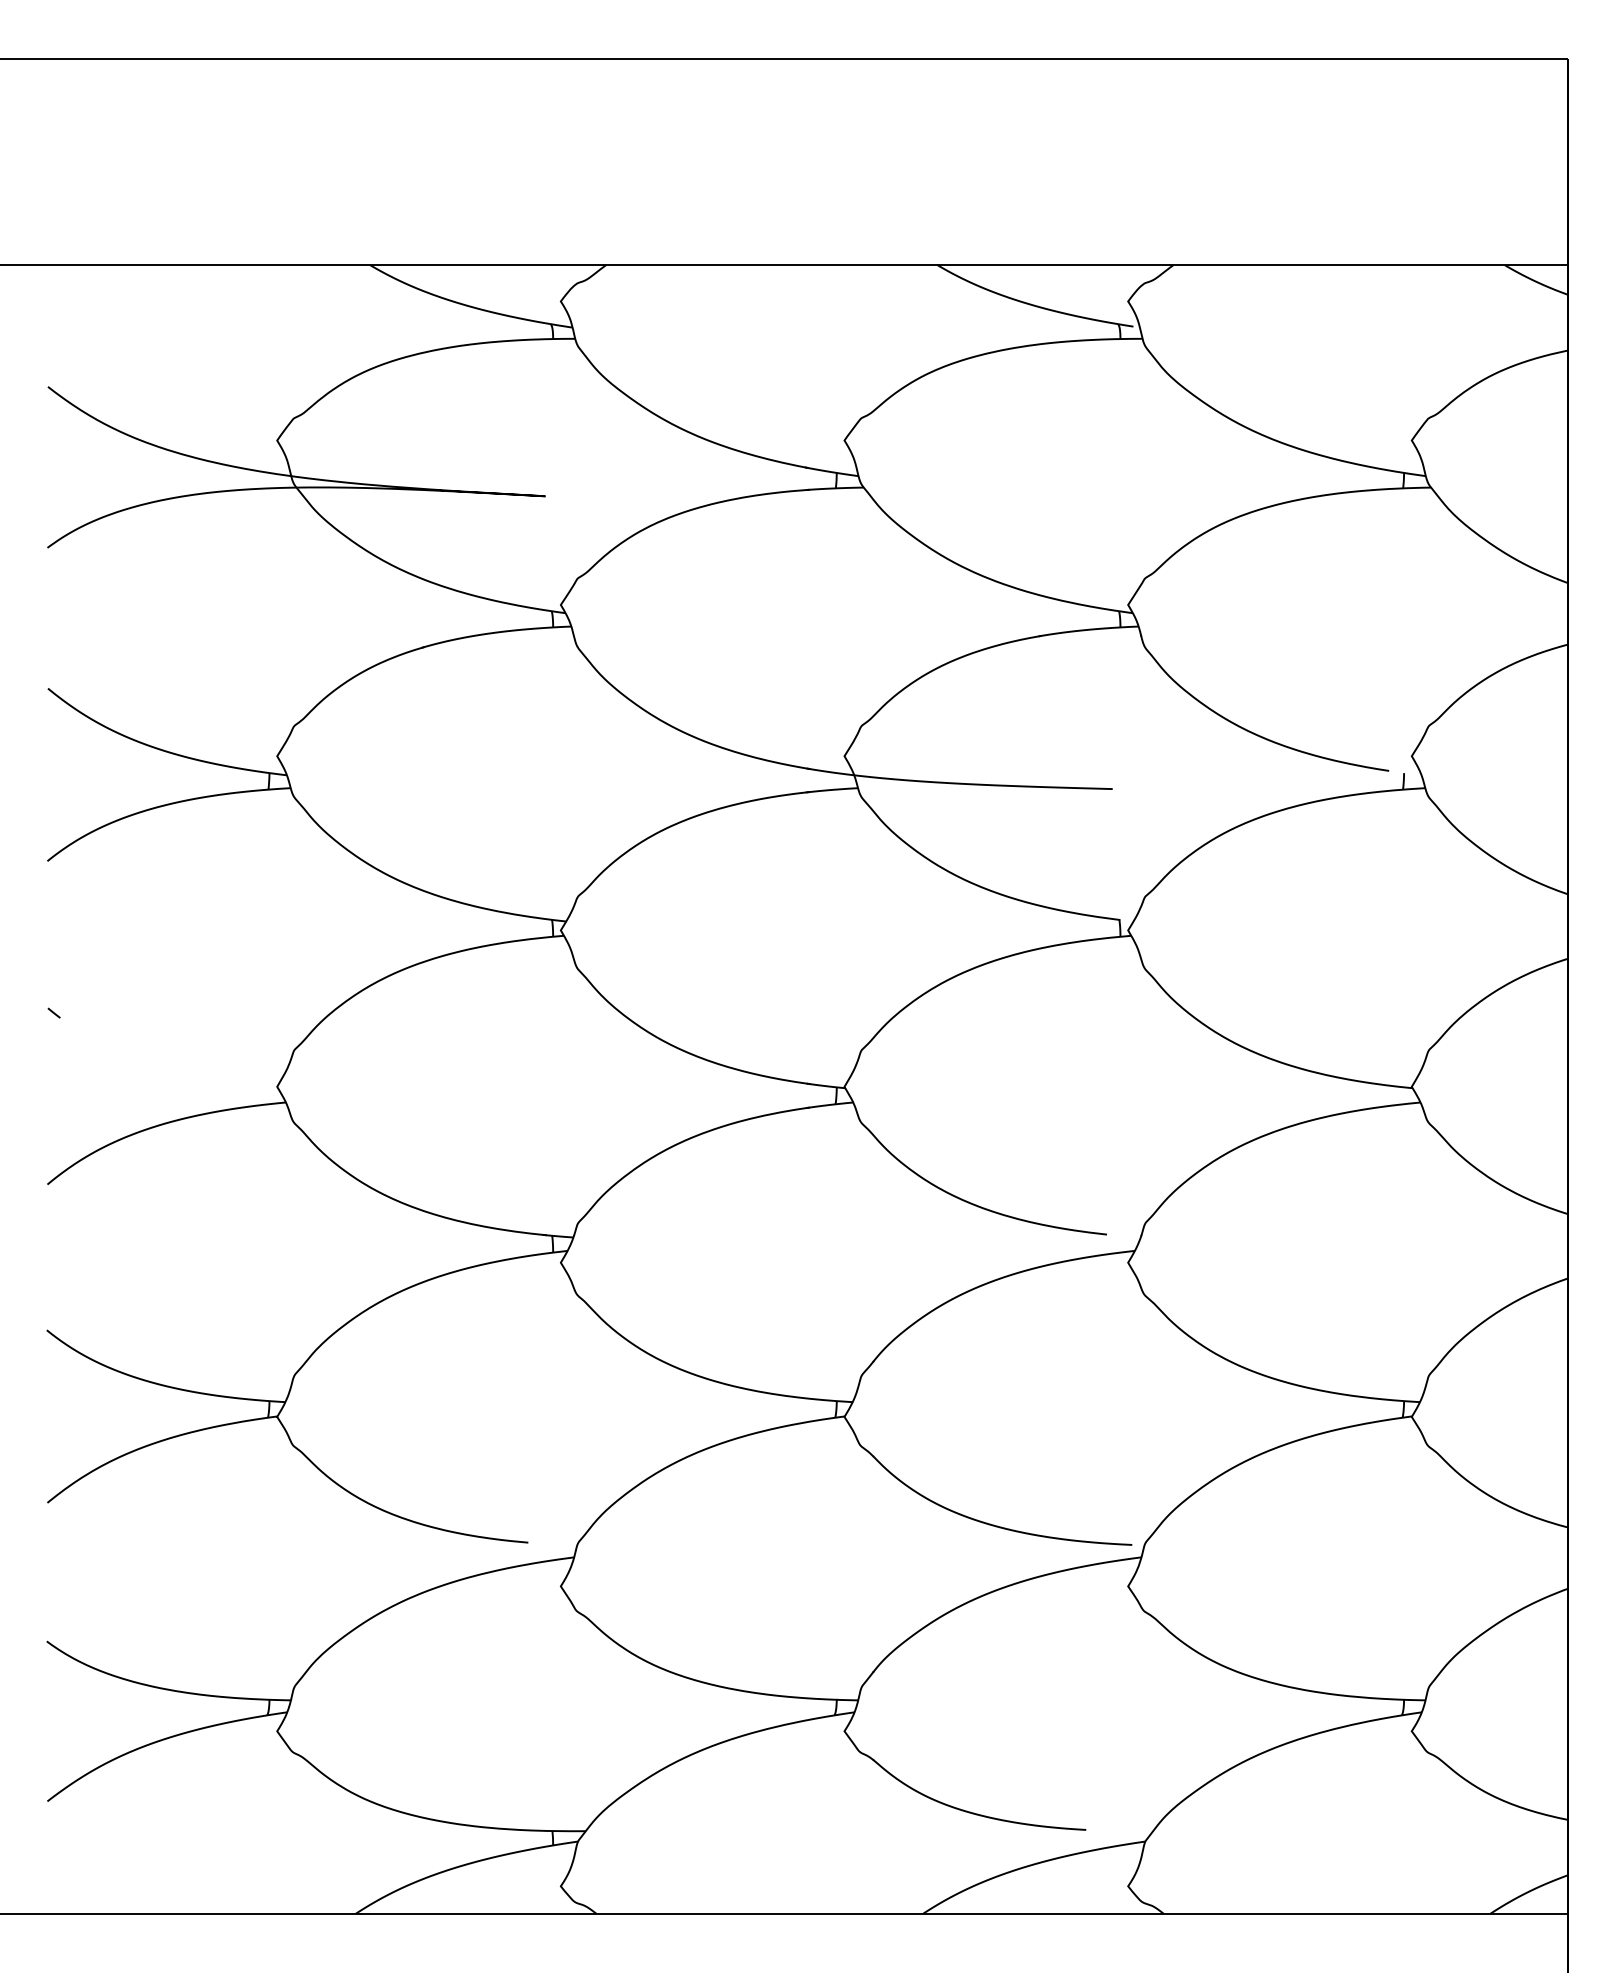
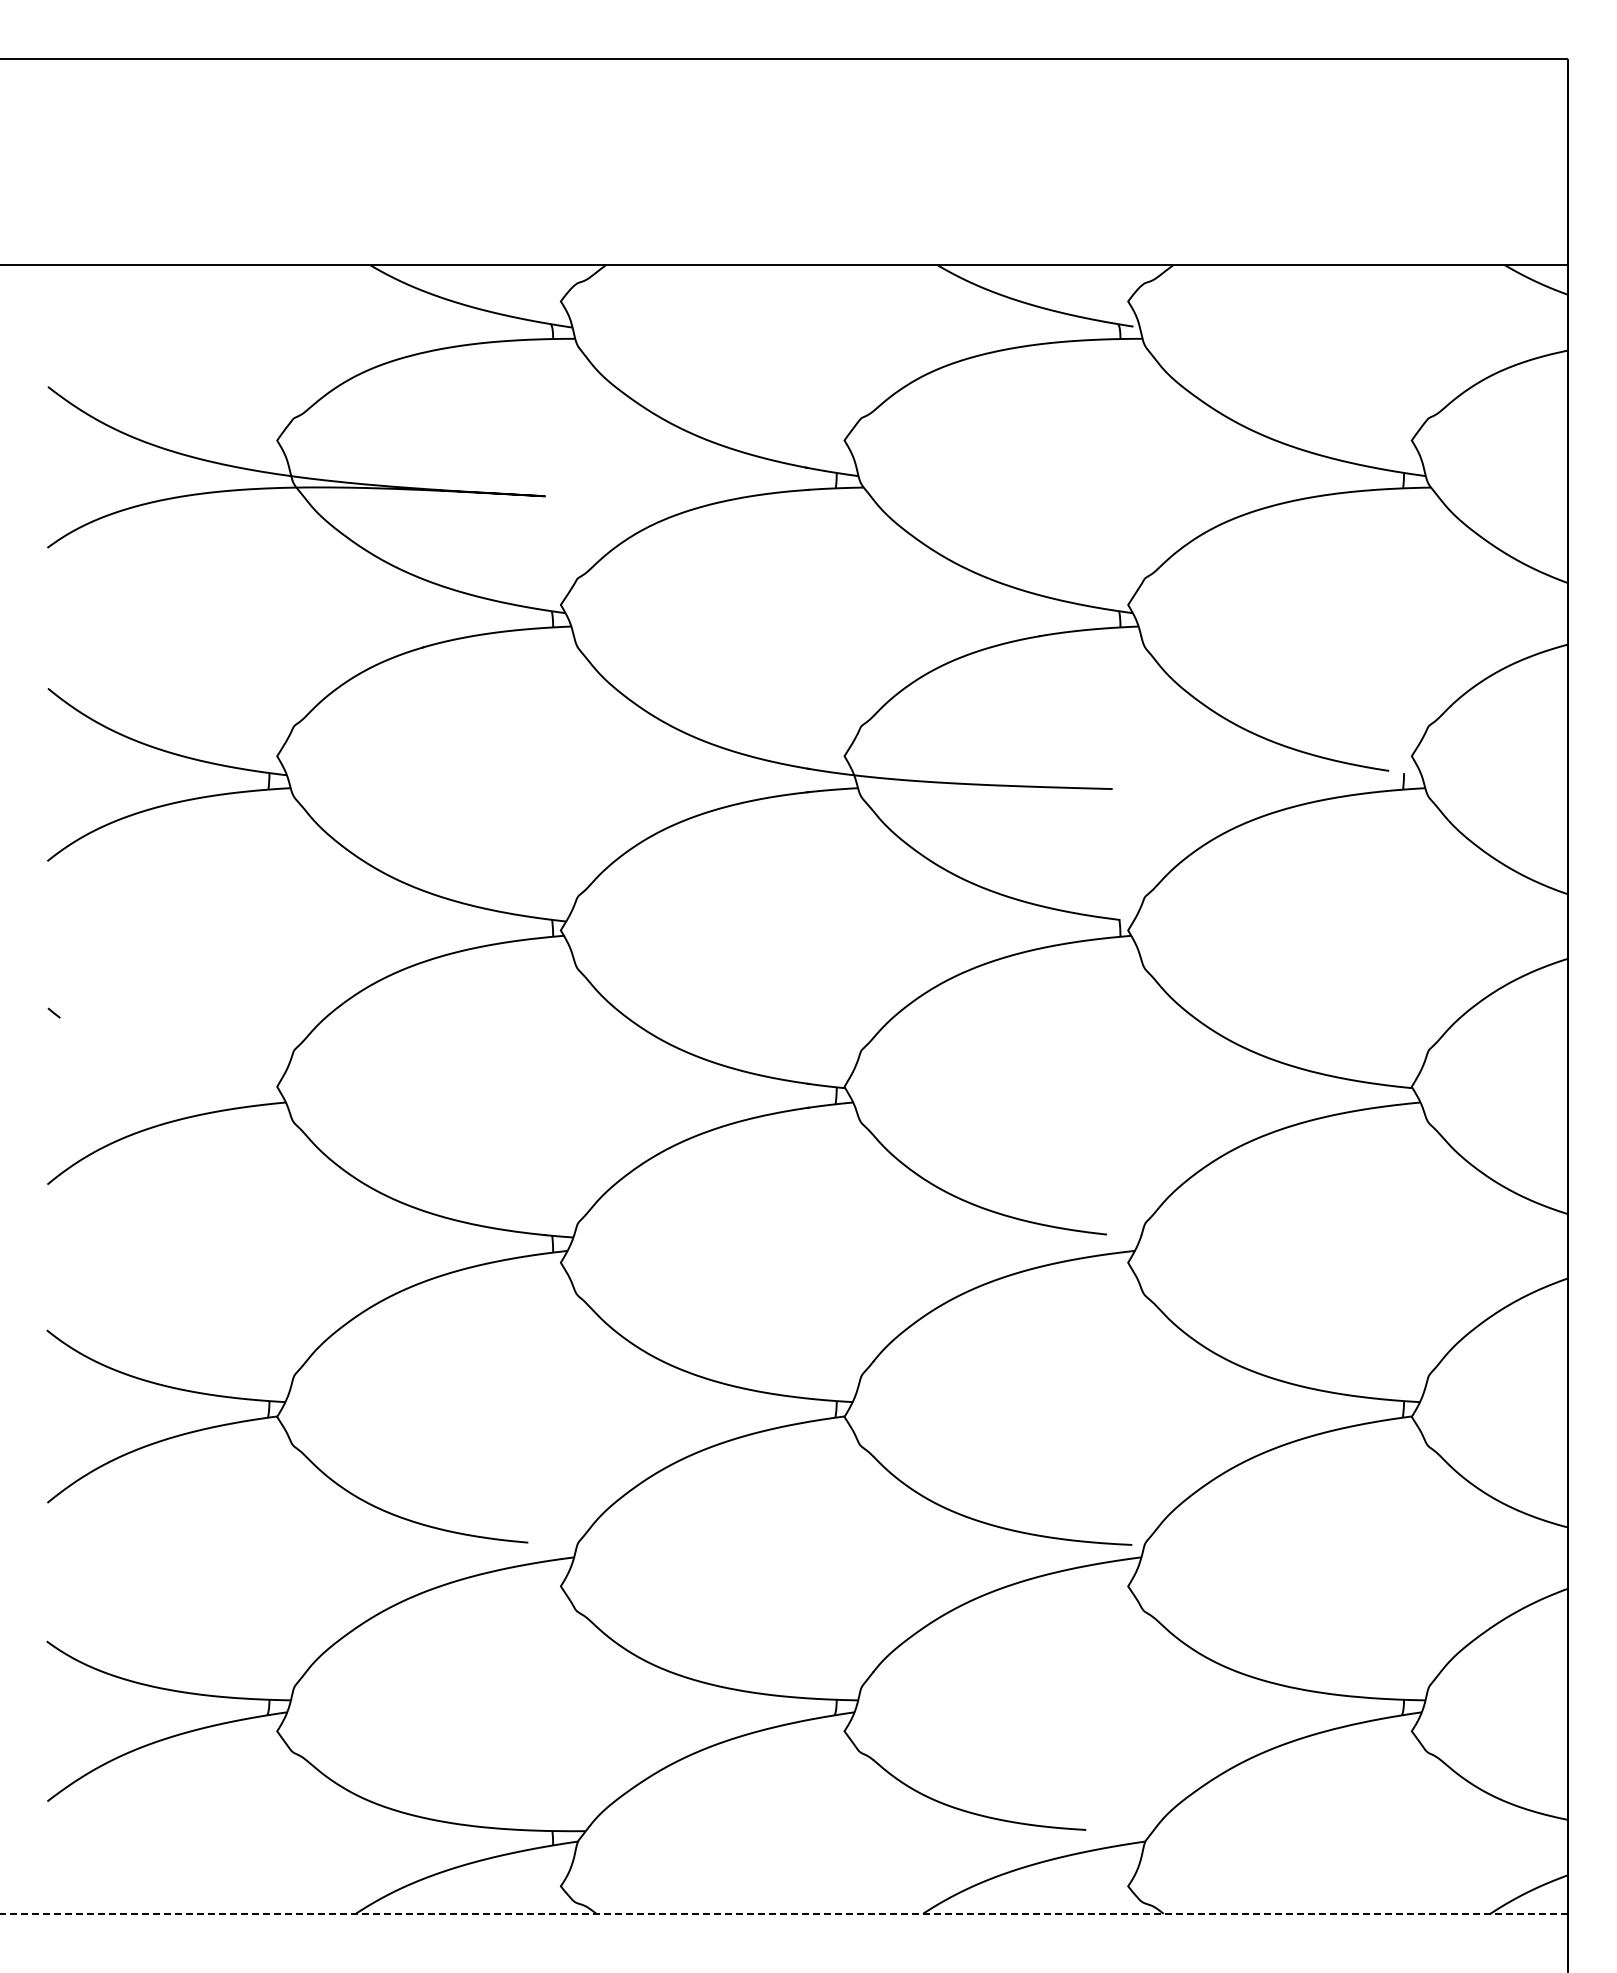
line at (784, 1913): solid -> dashed
